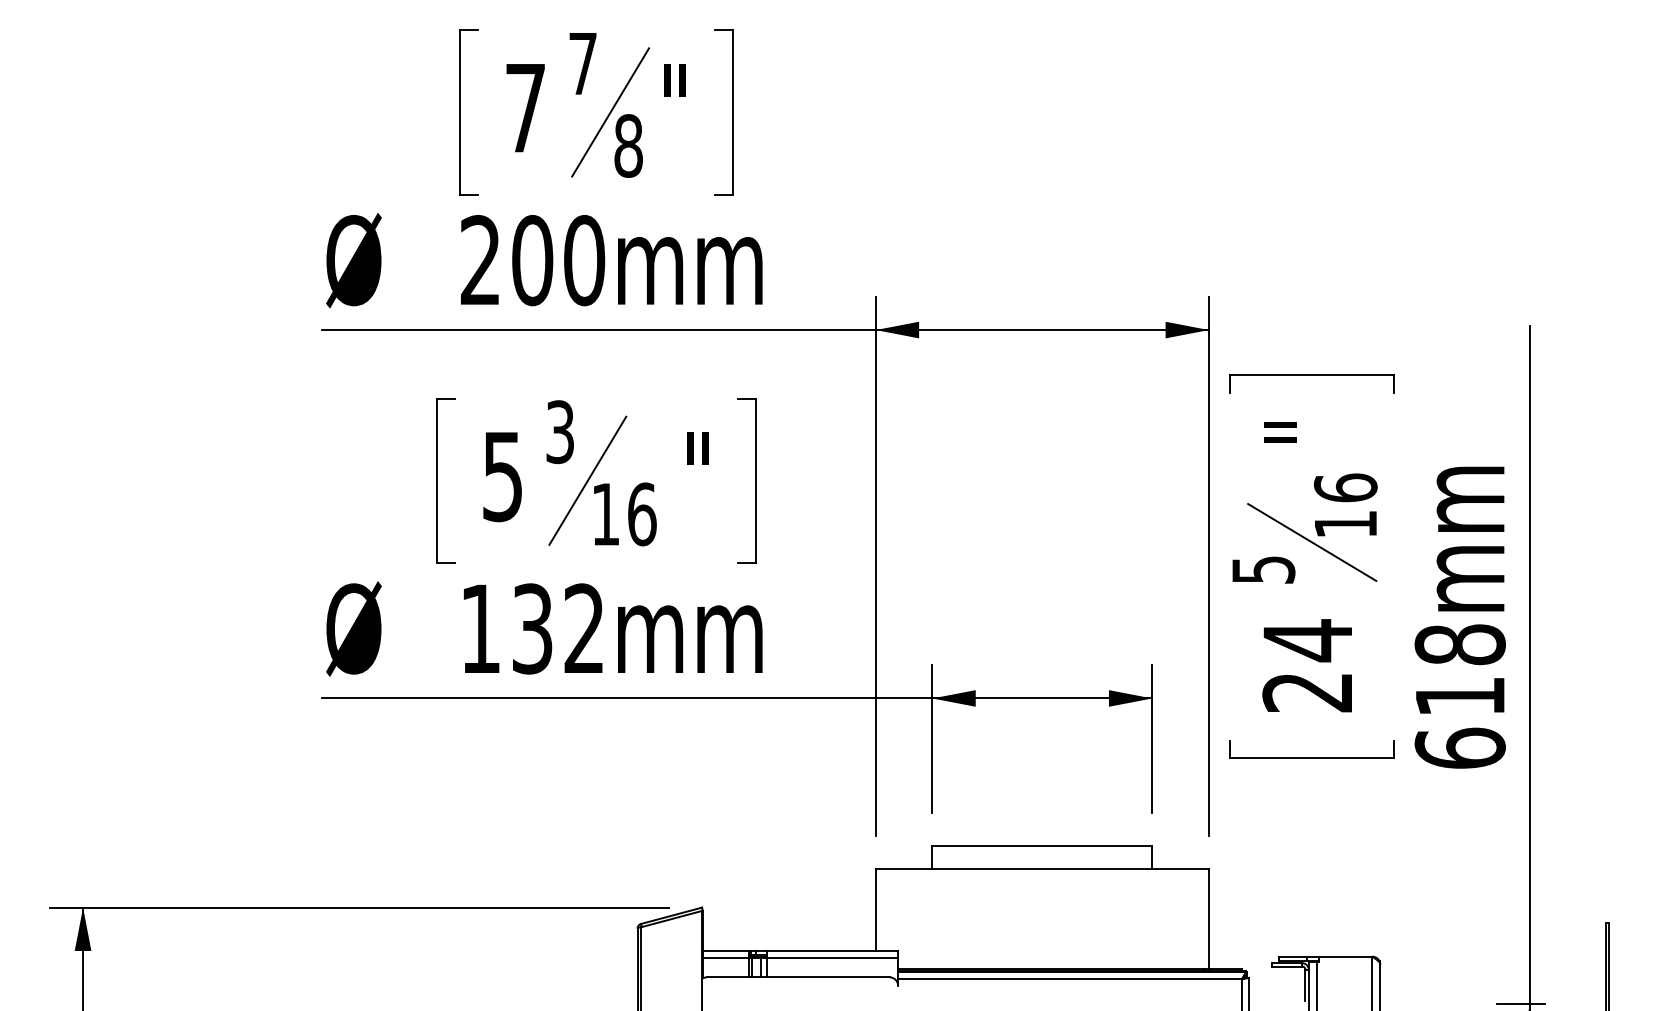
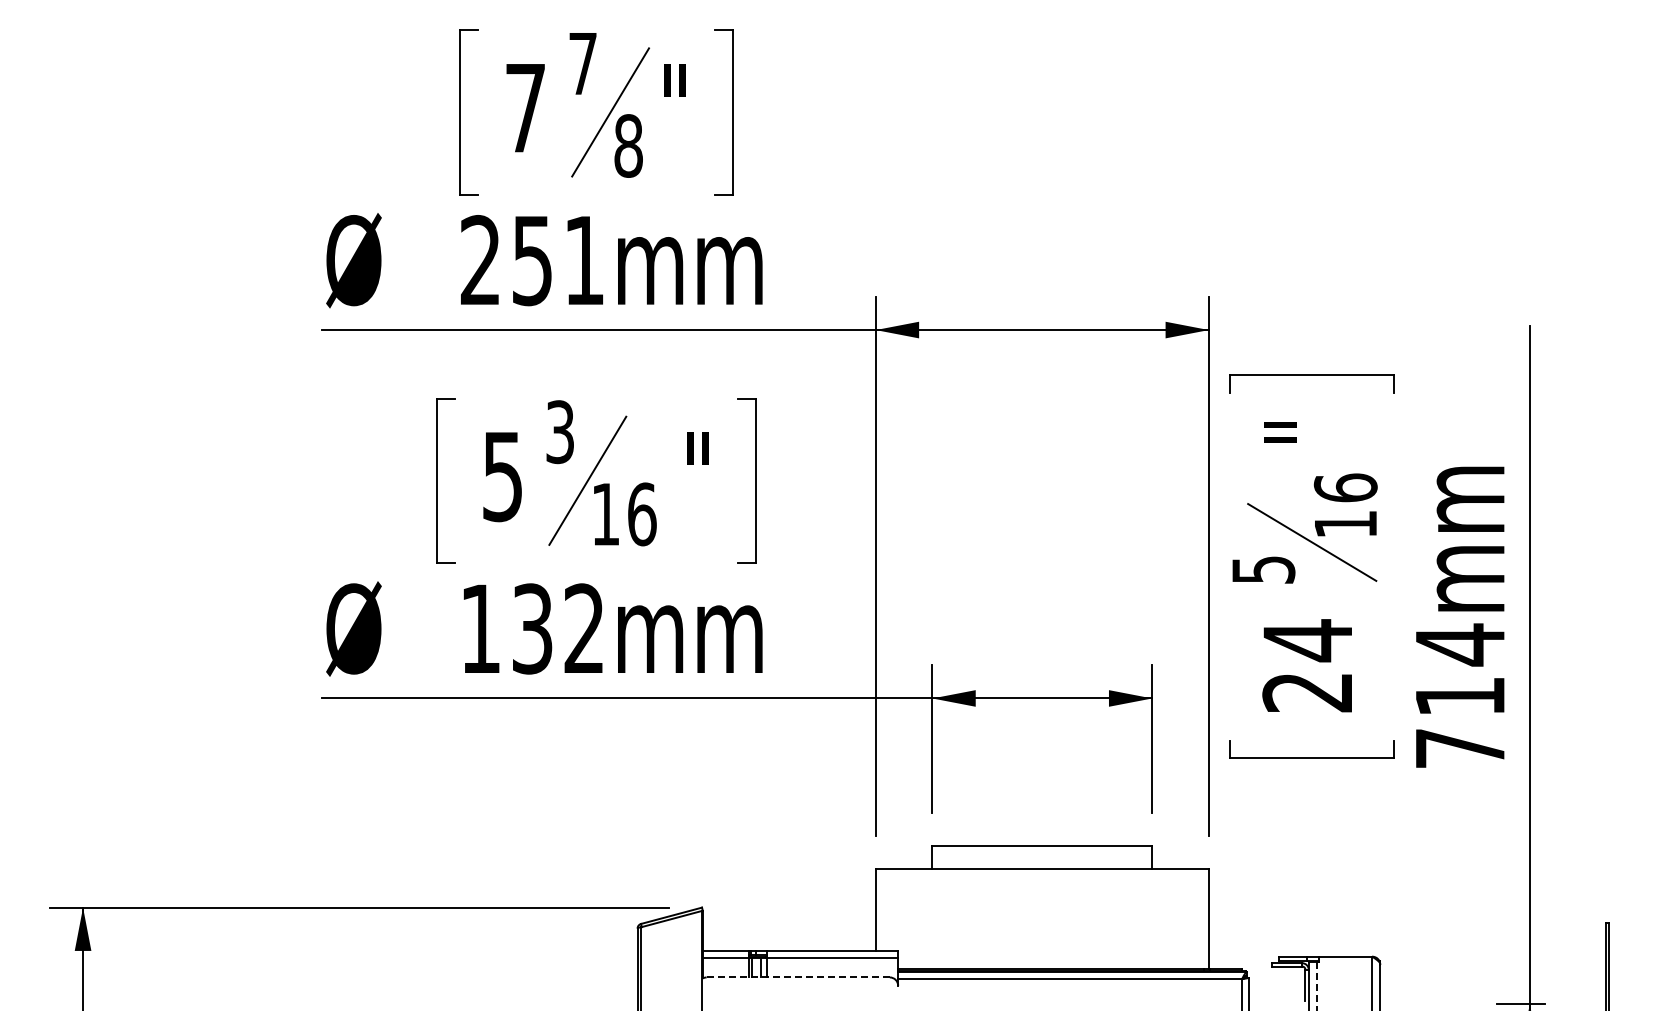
text at (558, 260): 200mm -> 251mm
text at (1459, 695): 618mm -> 714mm
line at (798, 977): solid -> dashed
line at (1317, 986): solid -> dashed
